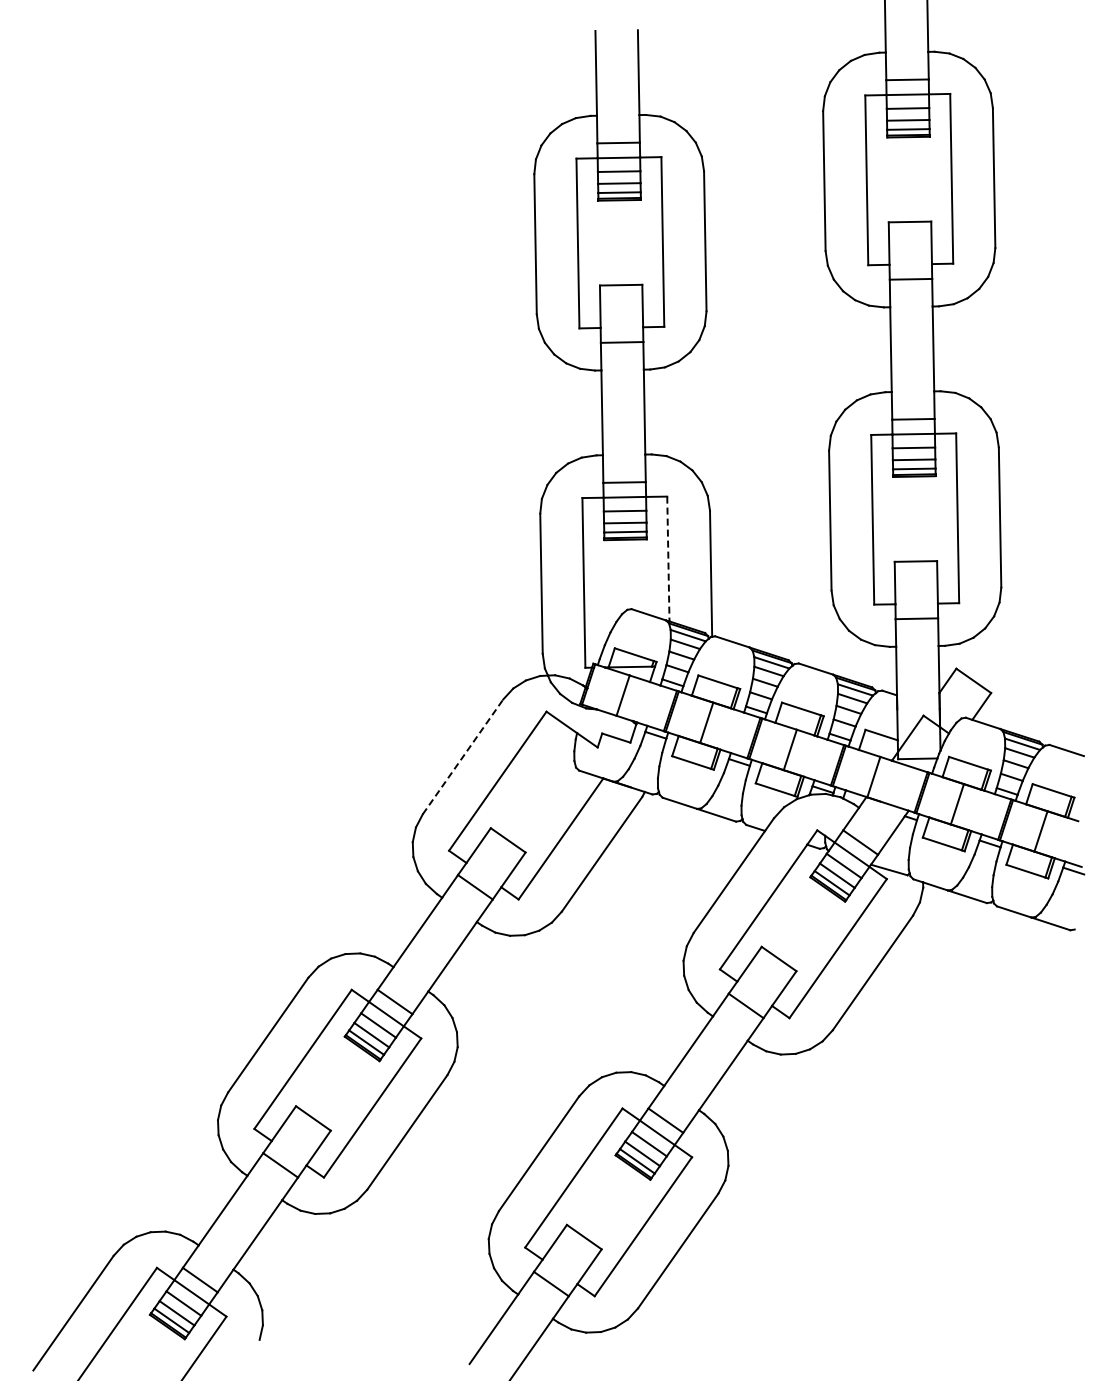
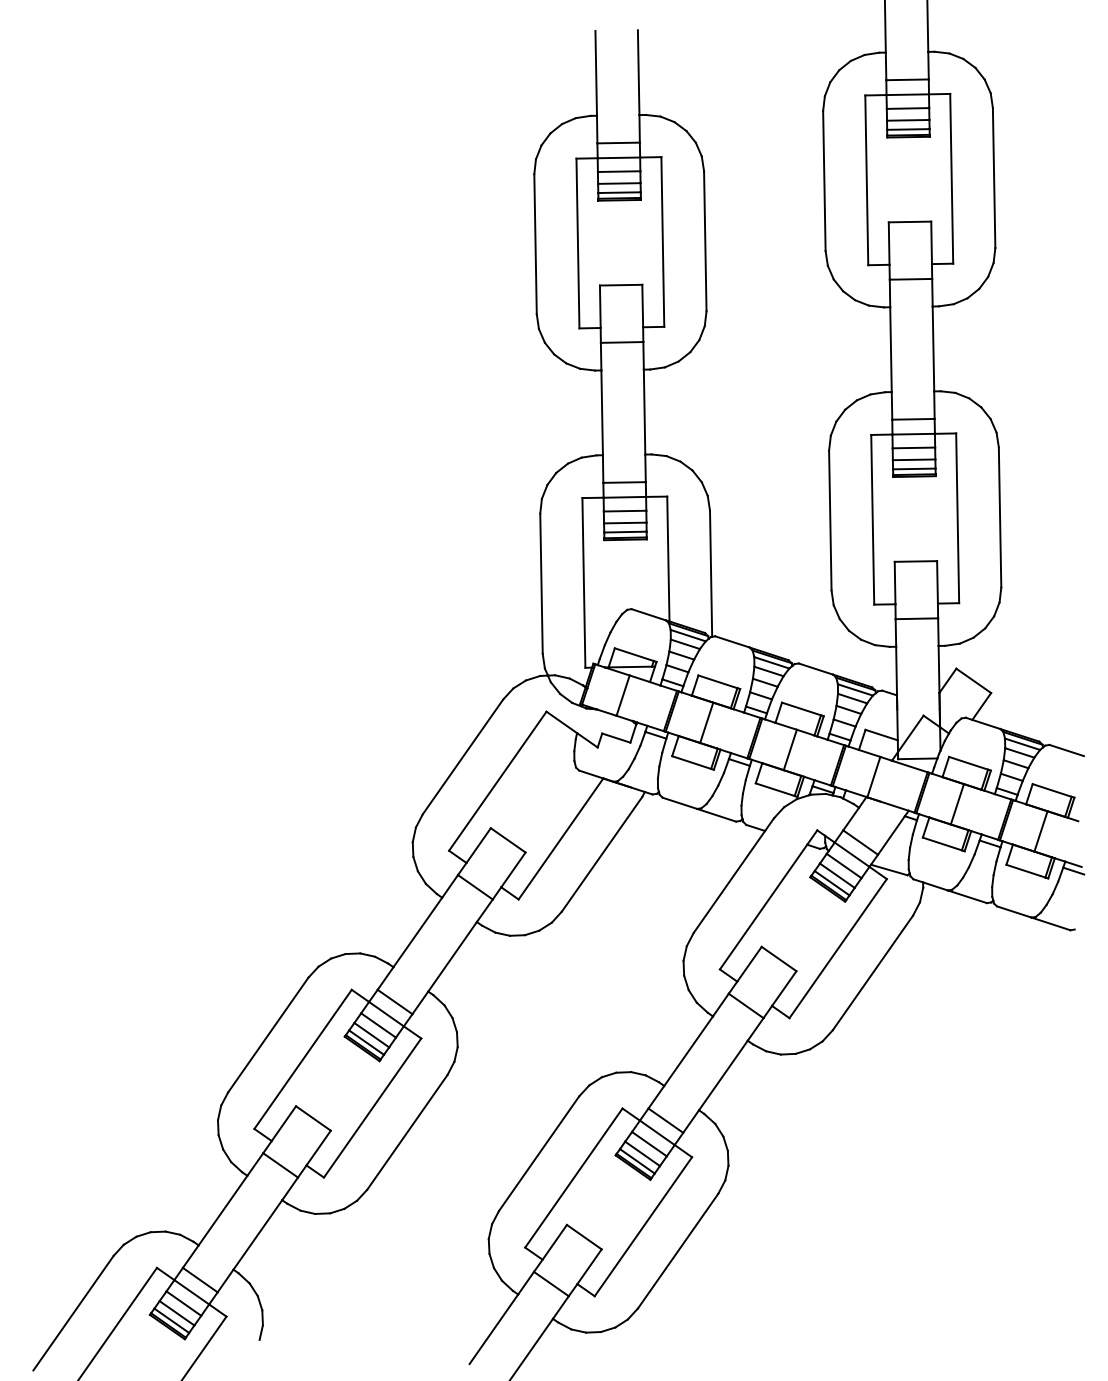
line at (668, 559): dashed -> solid
line at (463, 756): dashed -> solid
